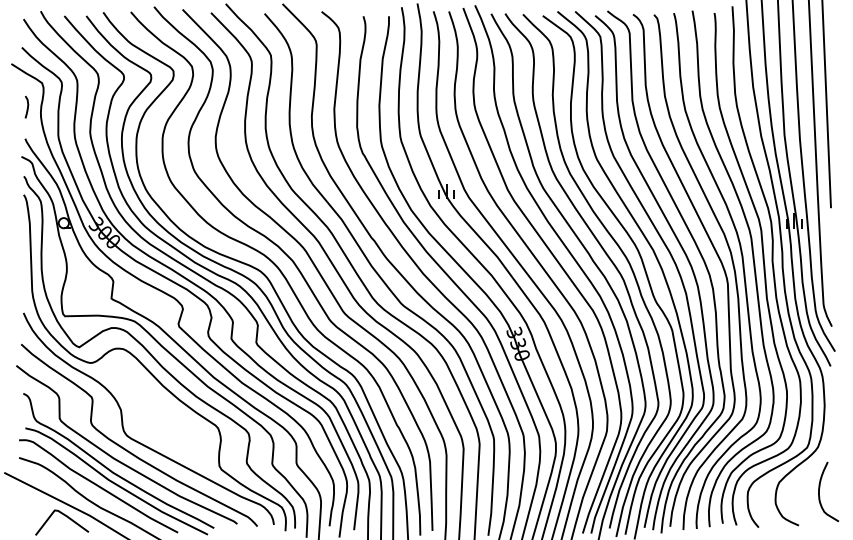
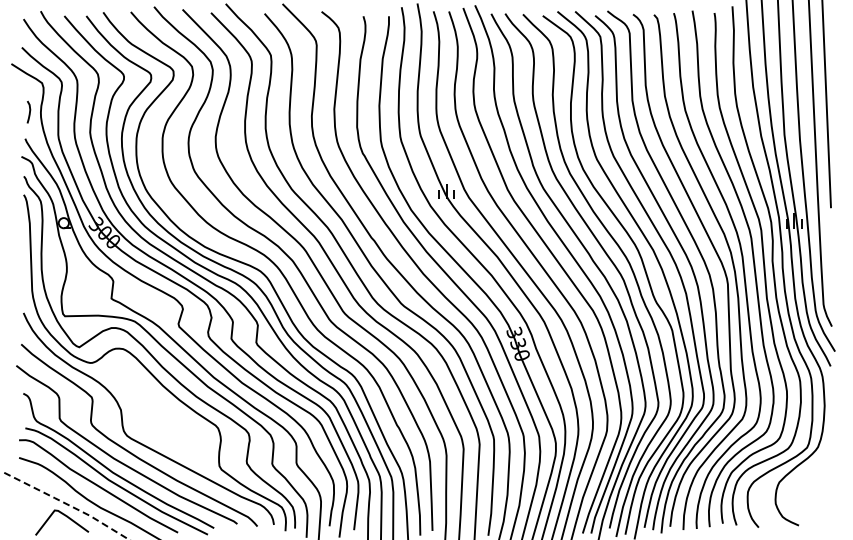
curve at (27, 106) position: (27, 106) -> (29, 111)
curve at (820, 488): present -> none
line at (68, 504): solid -> dashed
